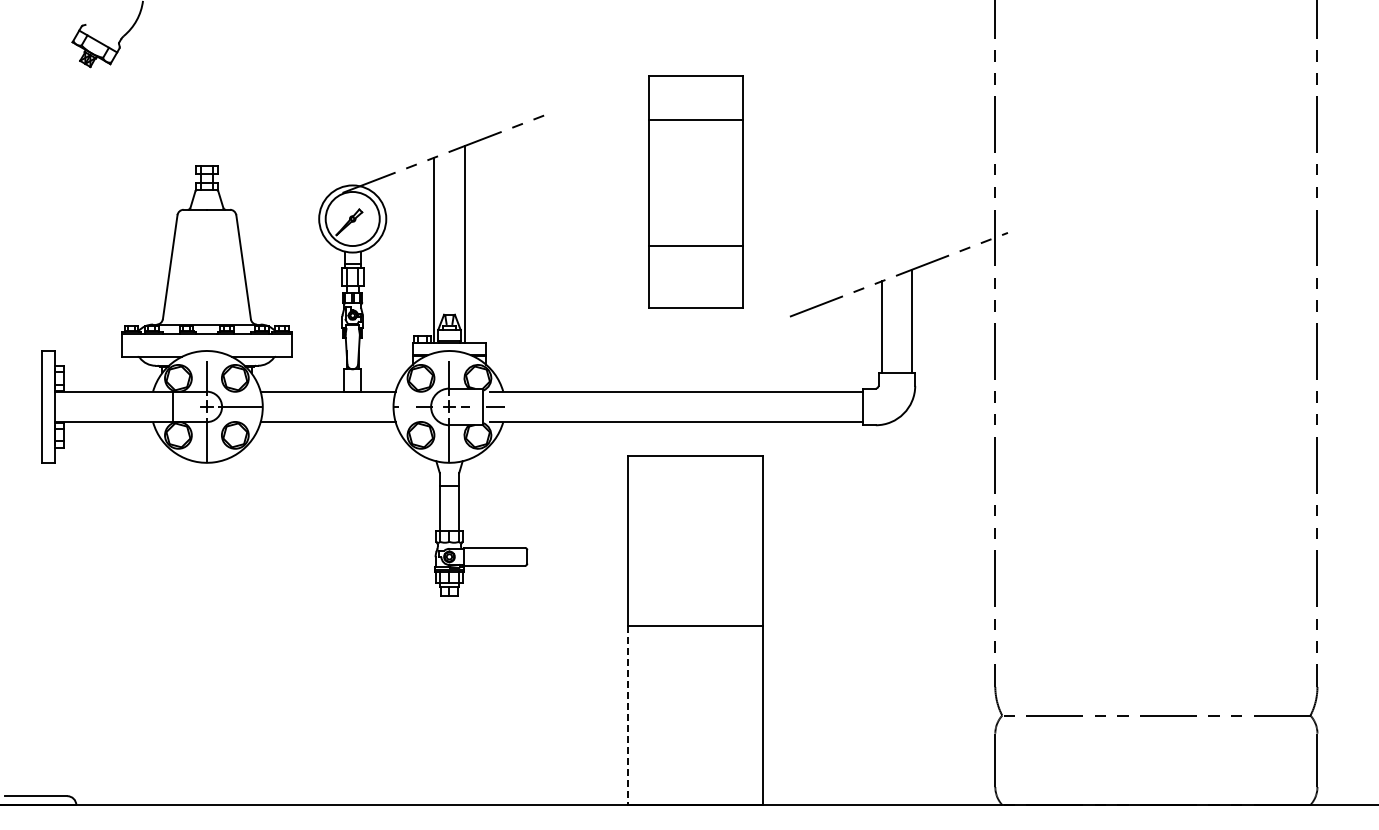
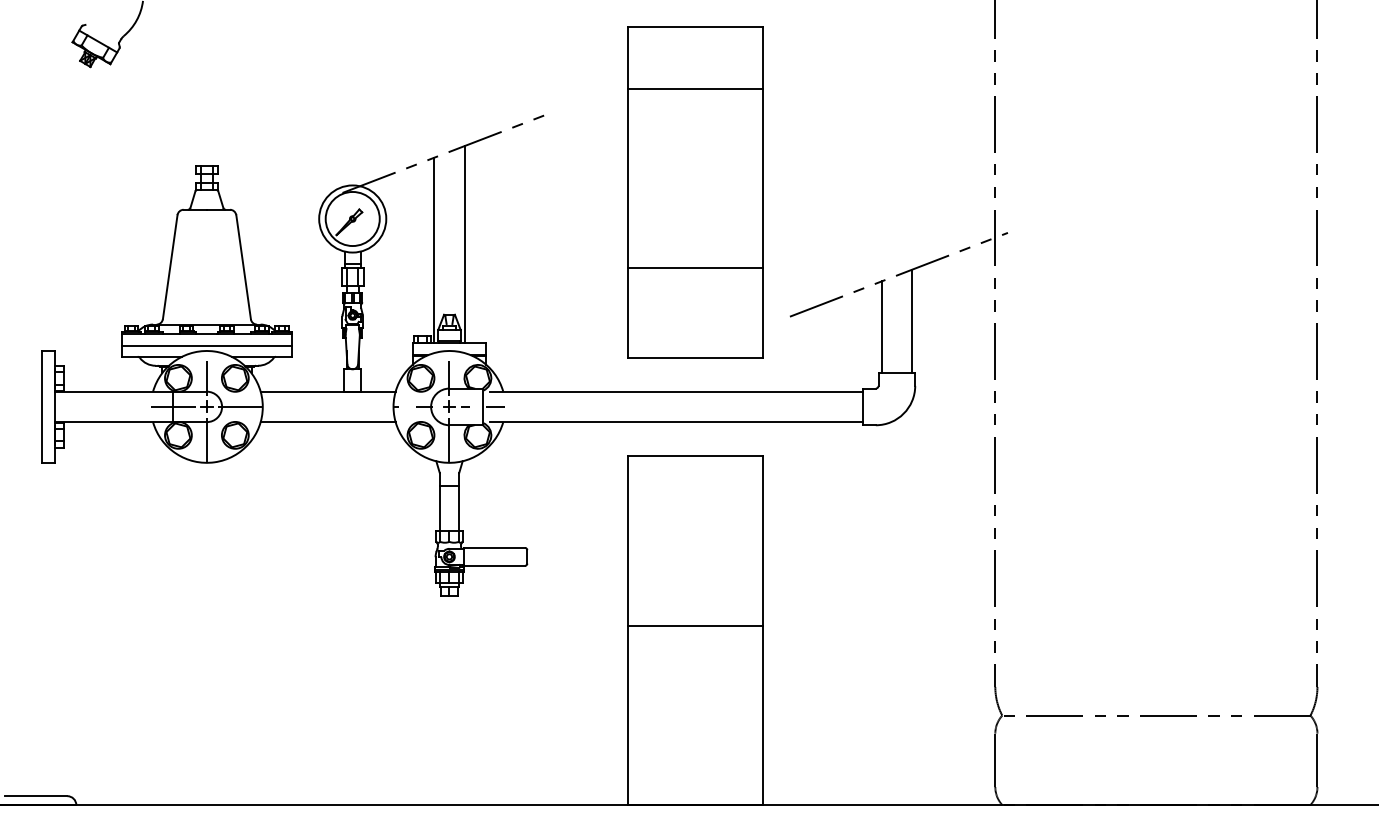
part at (695, 191) size: 96x234 px -> 137x333 px
line at (206, 346): none -> present
line at (172, 406): none -> present
line at (628, 716): dashed -> solid
